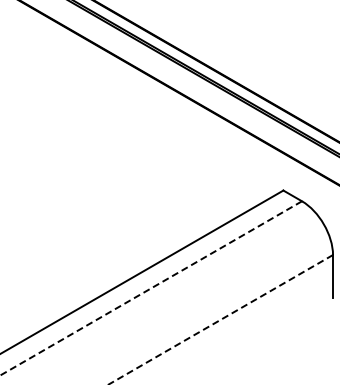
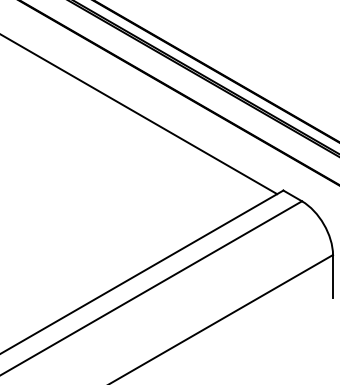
line at (139, 114): none -> present
line at (151, 288): dashed -> solid
line at (220, 320): dashed -> solid
